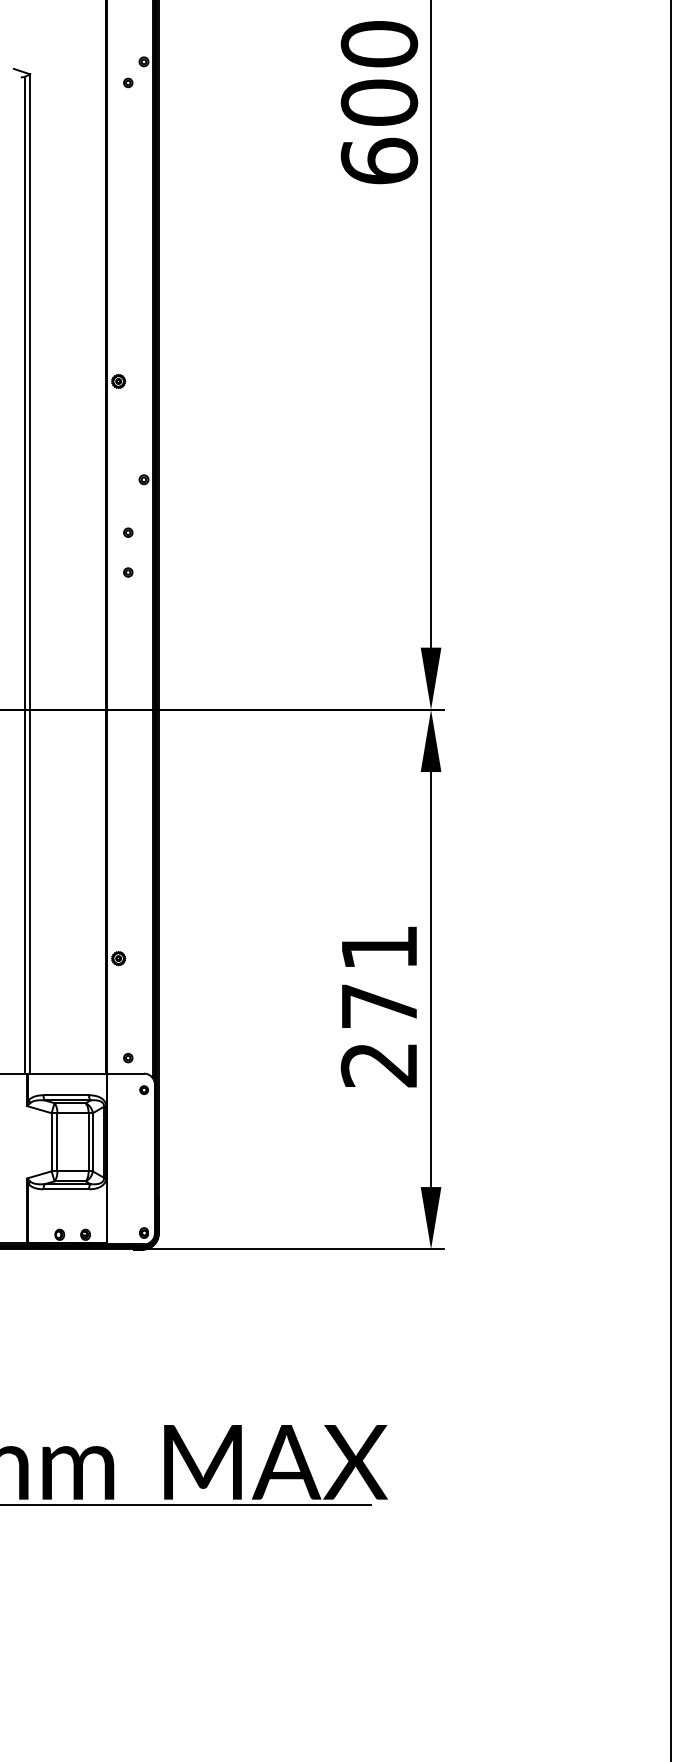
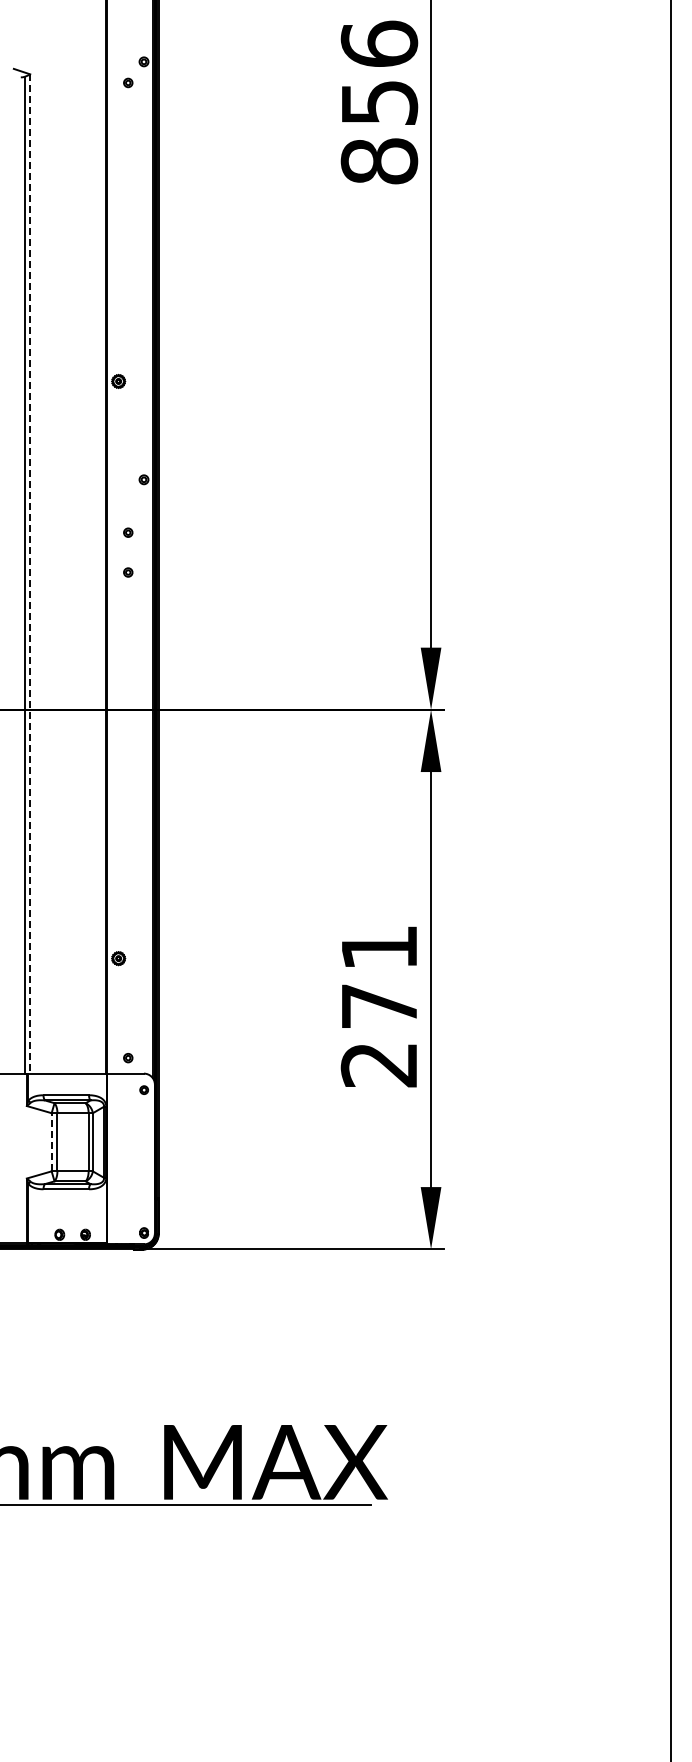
text at (379, 102): 600 -> 856
line at (30, 574): solid -> dashed
line at (51, 1141): solid -> dashed
